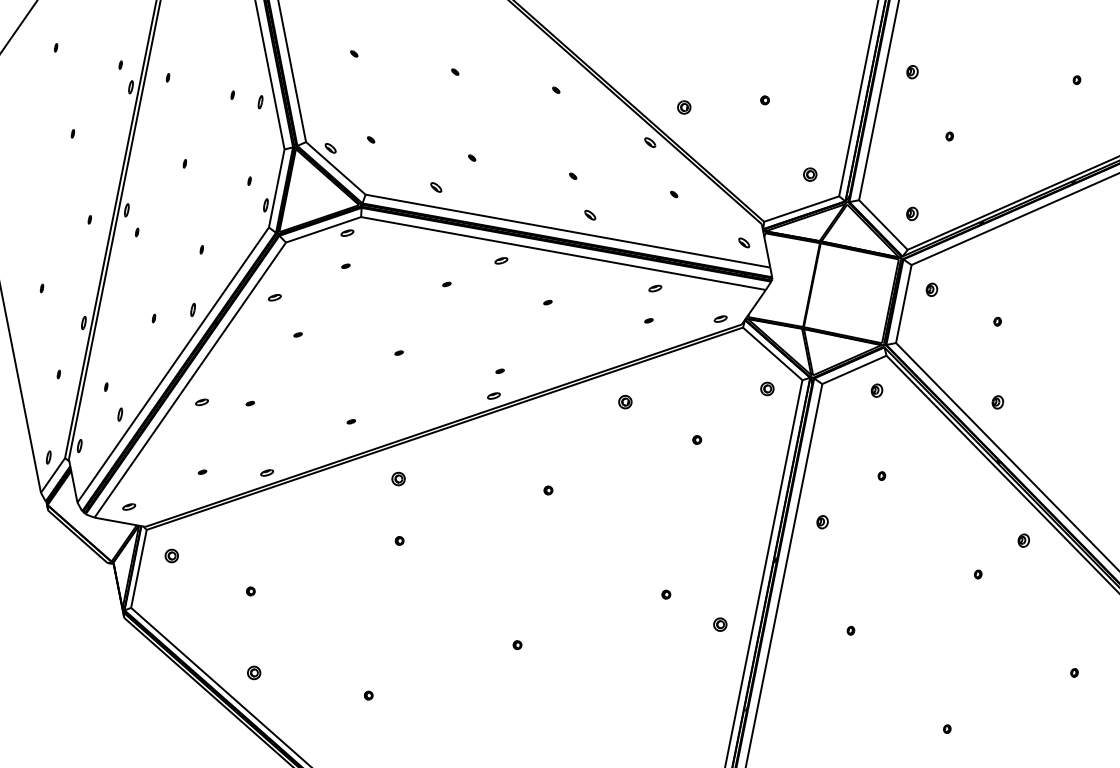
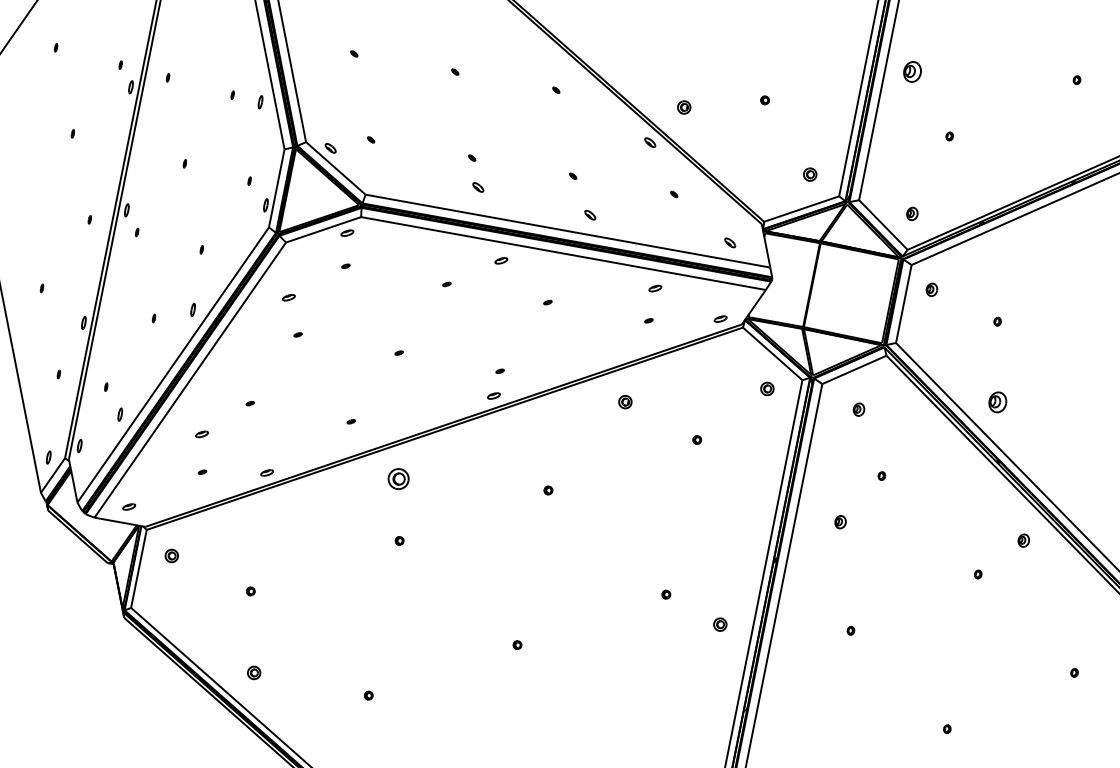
part at (912, 72) size: 13x15 px -> 19x22 px
part at (436, 187) position: (436, 187) -> (478, 187)
part at (744, 242) position: (744, 242) -> (730, 242)
part at (274, 297) position: (274, 297) -> (288, 297)
part at (876, 390) position: (876, 390) -> (858, 409)
part at (201, 402) position: (201, 402) -> (201, 434)
part at (997, 402) size: 14x15 px -> 20x23 px
part at (398, 478) size: 15x16 px -> 23x23 px
part at (822, 522) position: (822, 522) -> (840, 522)
